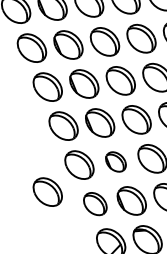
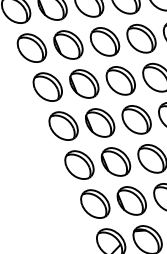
part at (115, 161) size: 22x22 px -> 32x30 px
part at (47, 191): present -> none
part at (95, 204) size: 25x25 px -> 31x30 px
